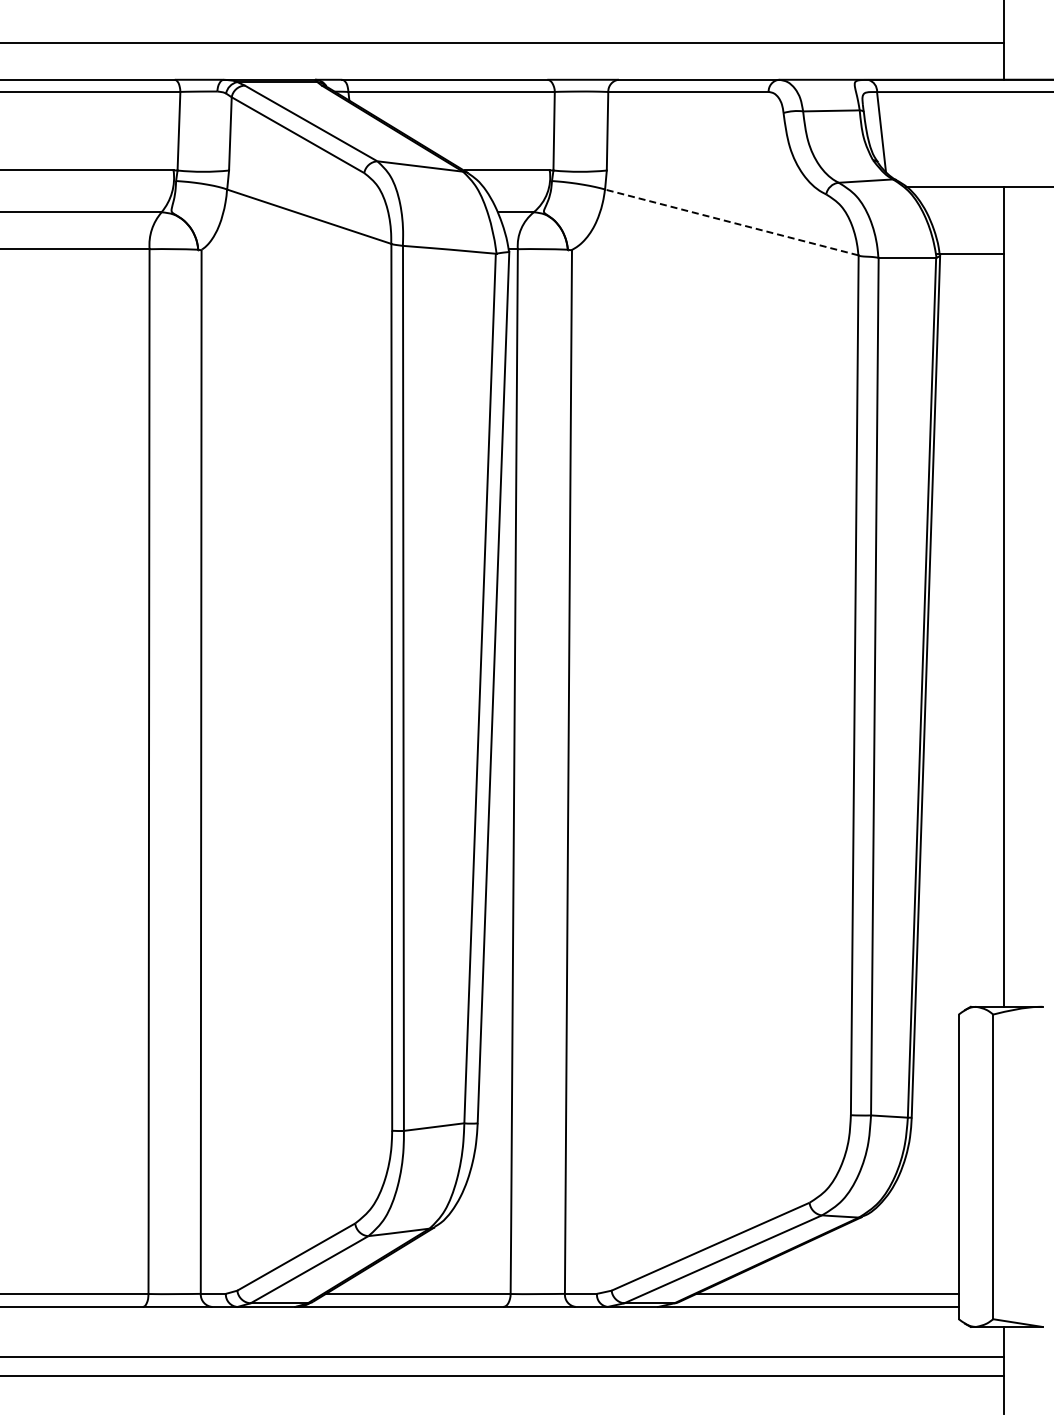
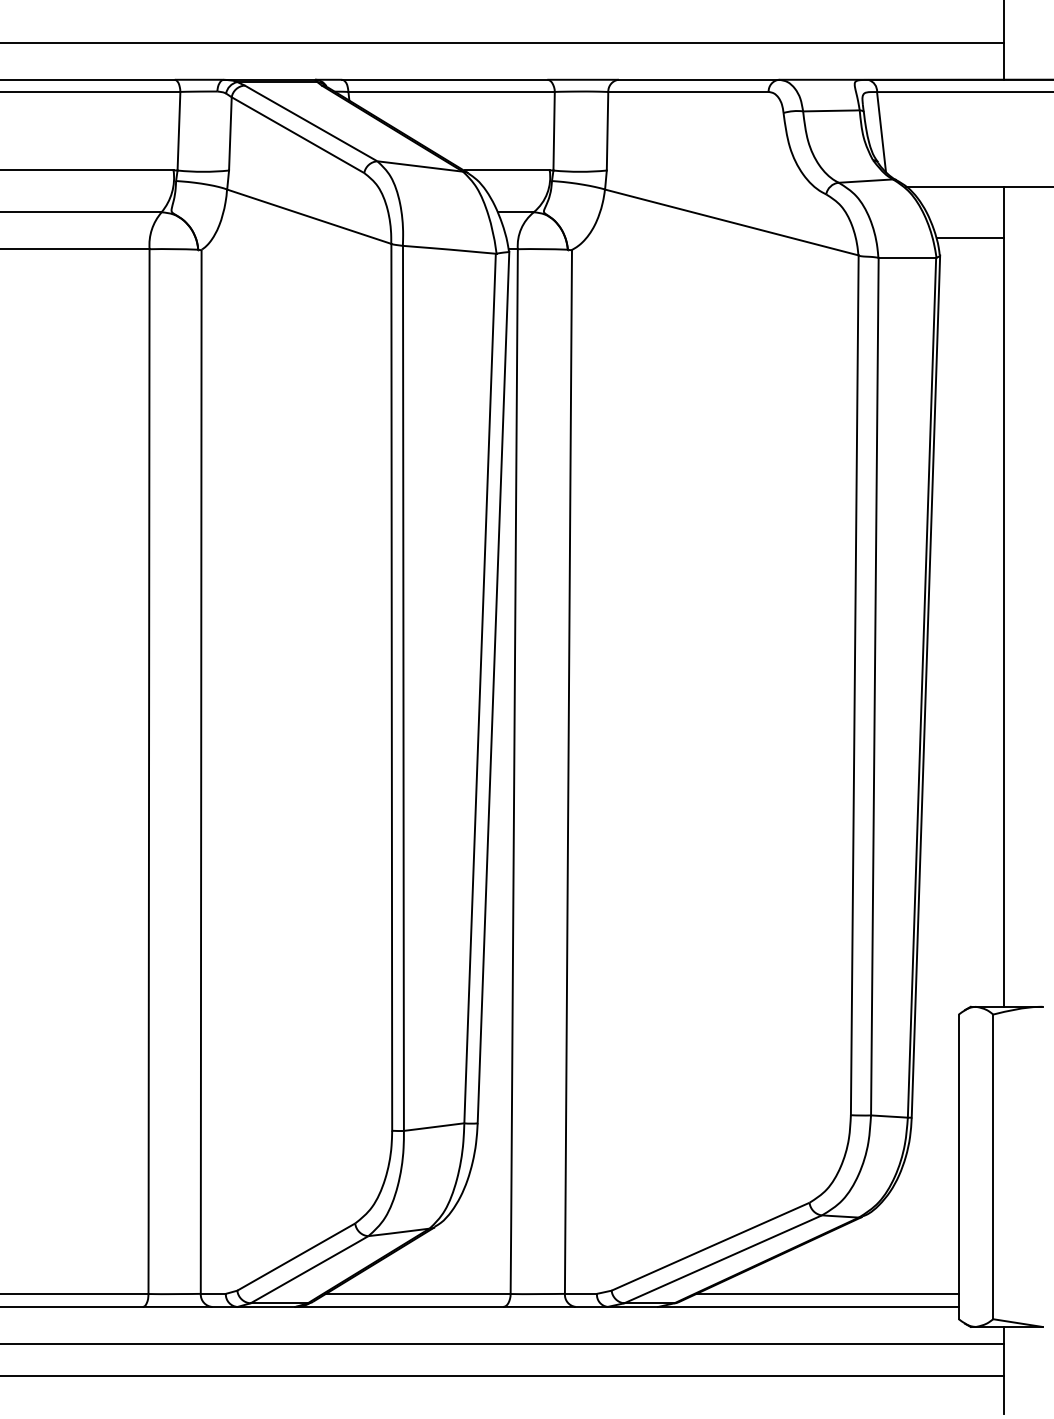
line at (731, 222): dashed -> solid
line at (970, 254) position: (970, 254) -> (970, 238)
line at (503, 1357) position: (503, 1357) -> (503, 1344)
